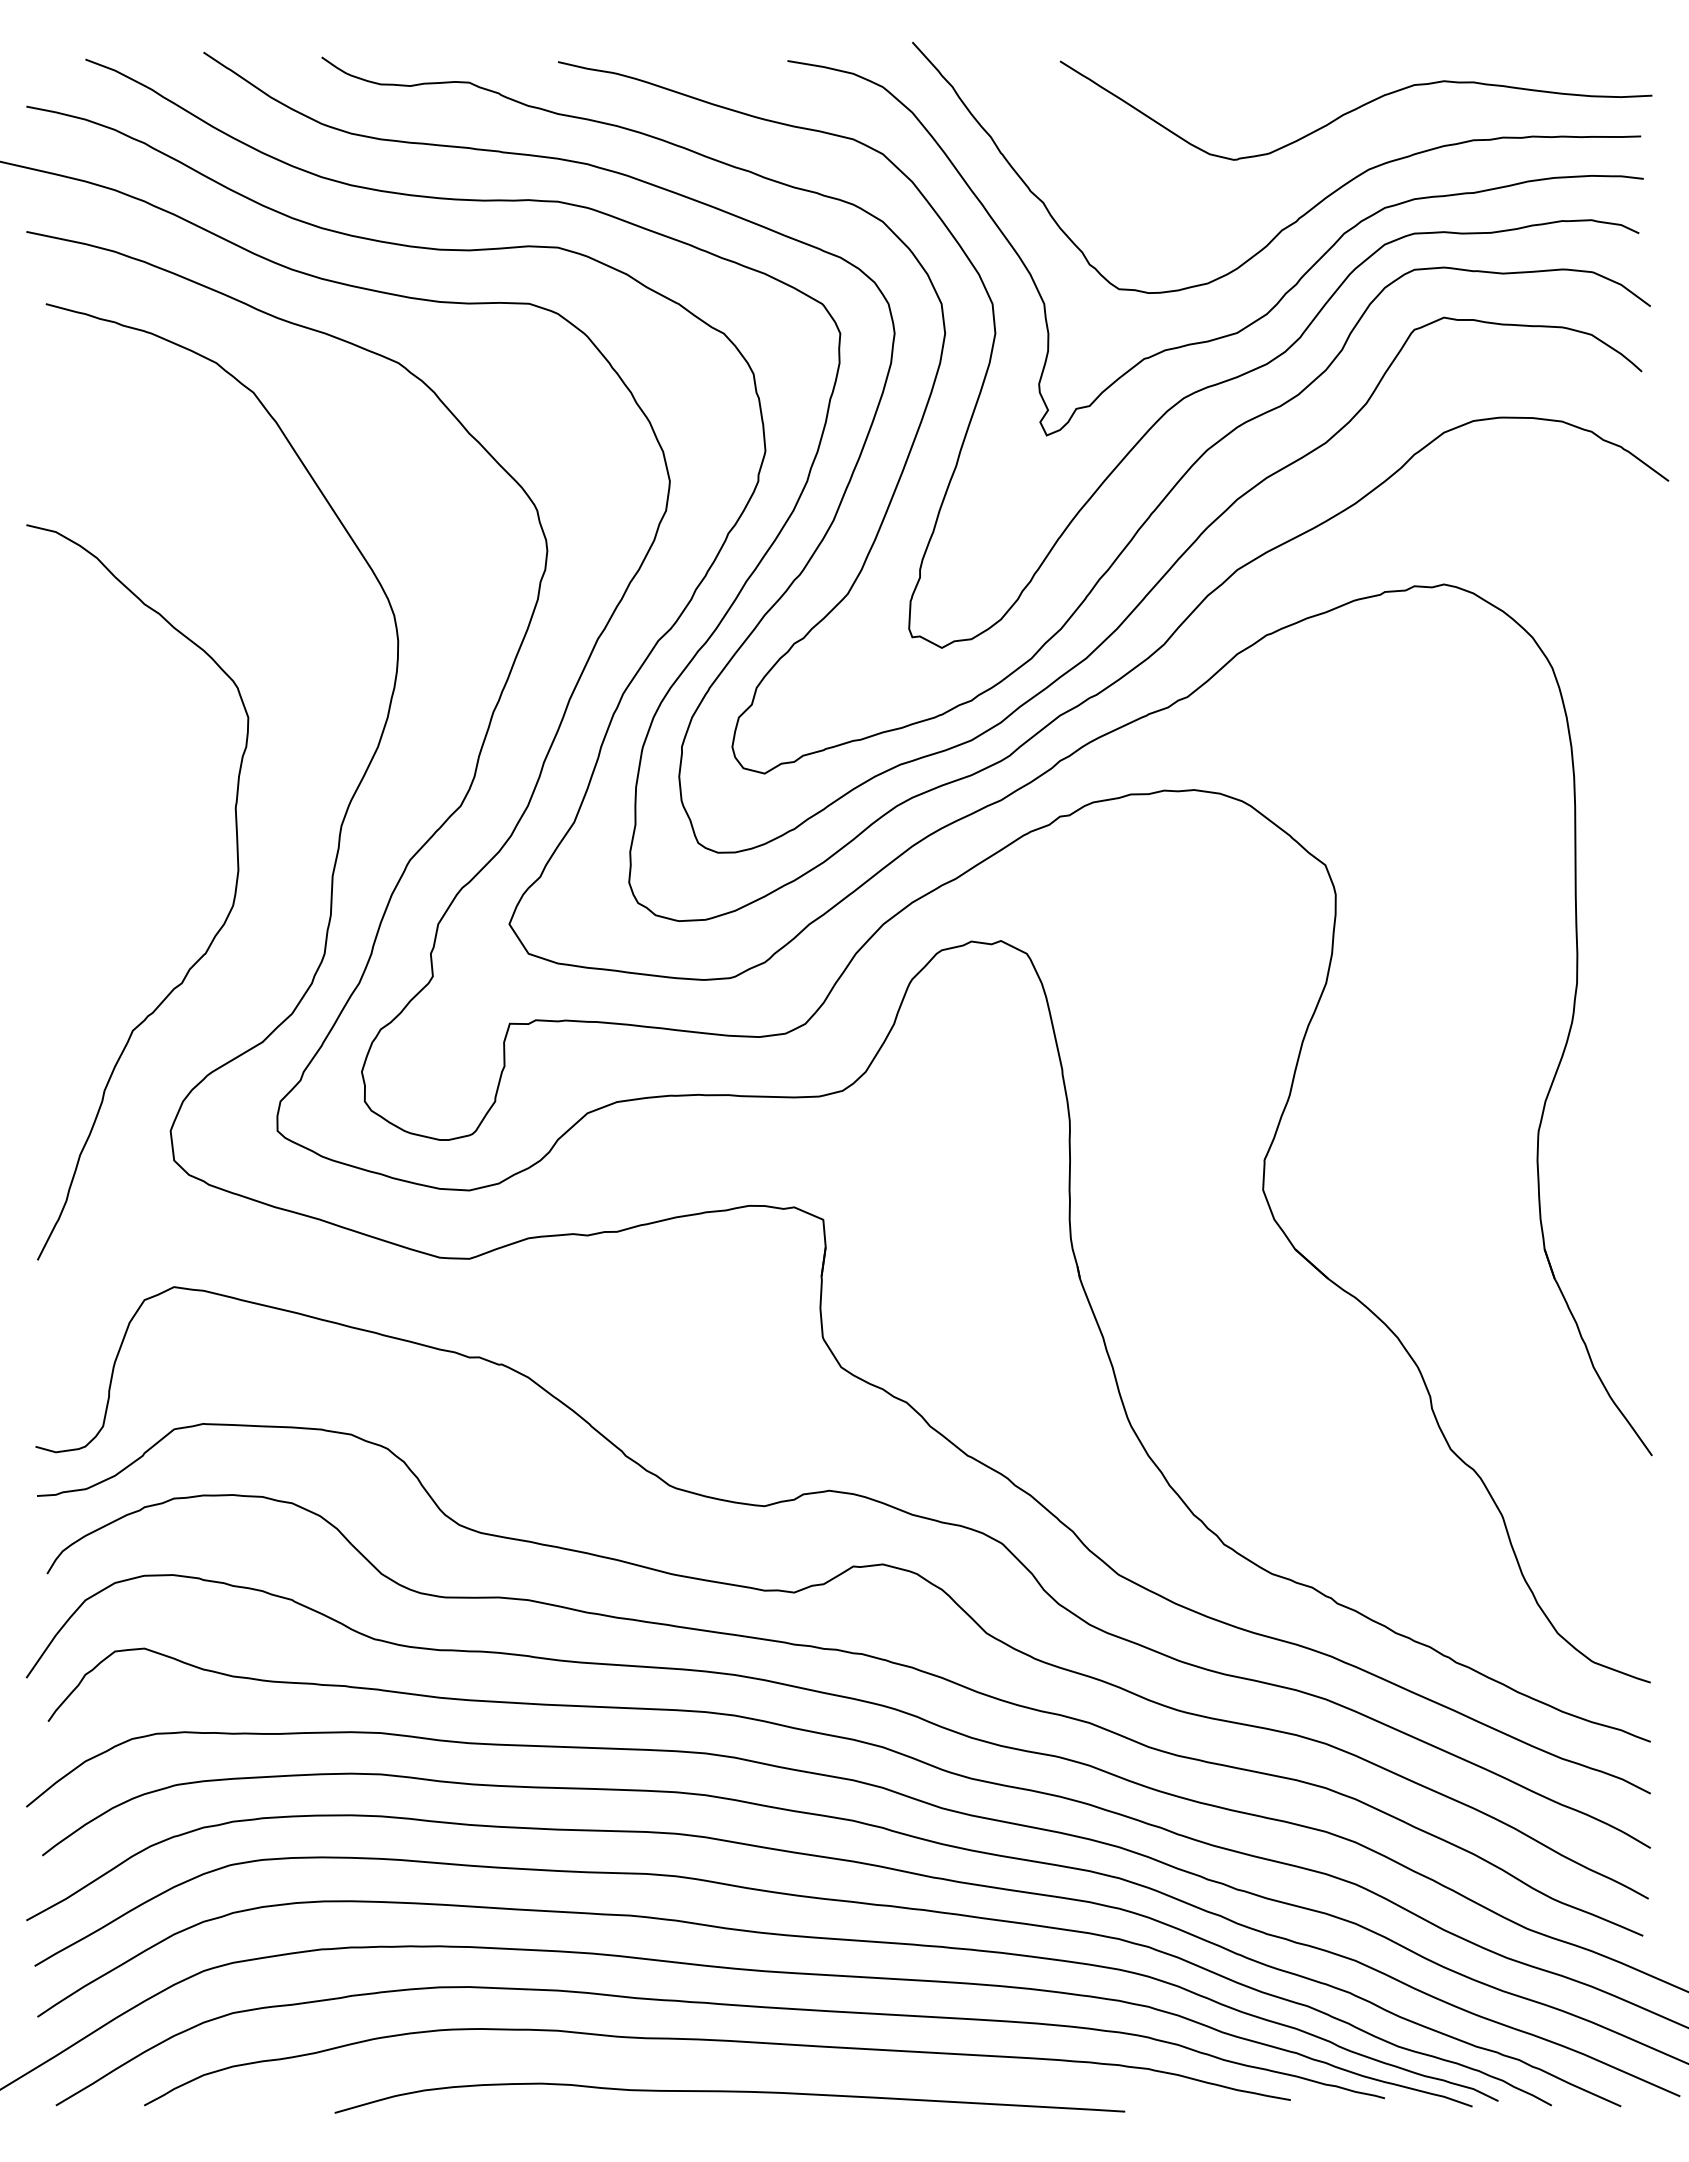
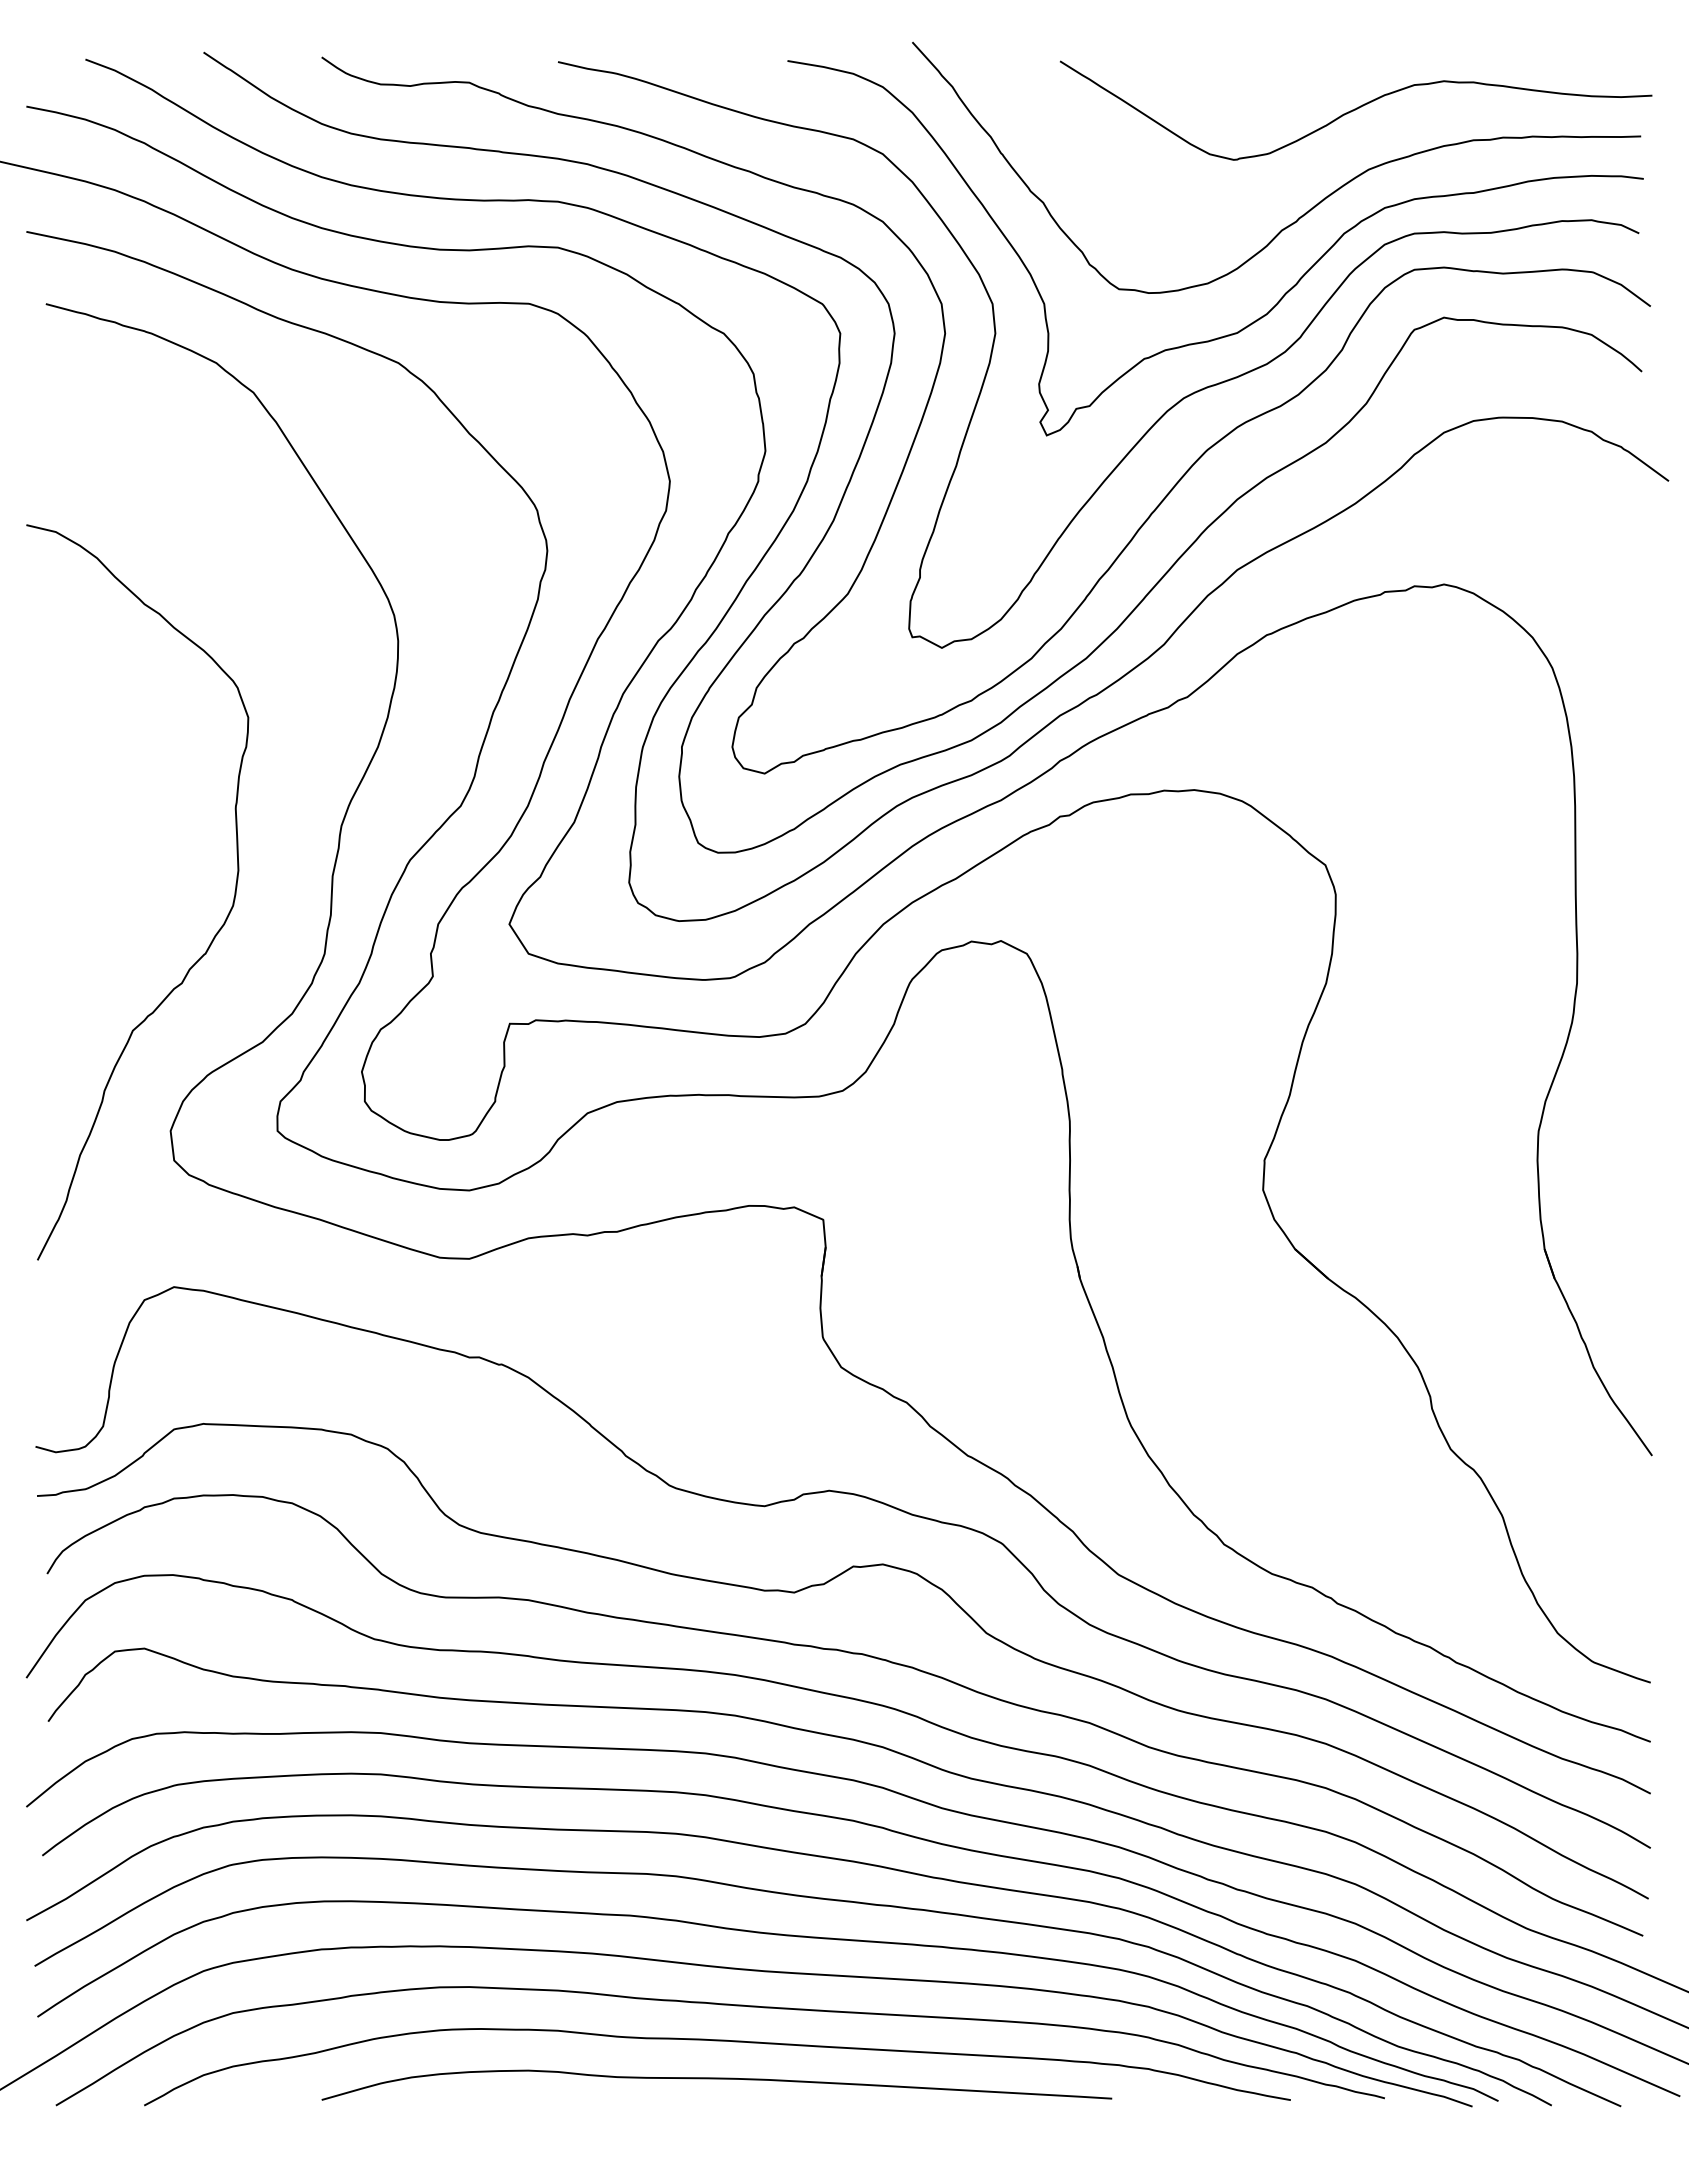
curve at (729, 2092) position: (729, 2092) -> (716, 2079)
